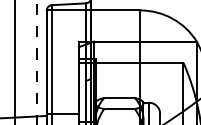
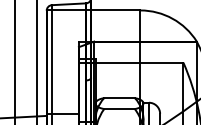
line at (36, 62): dashed -> solid
